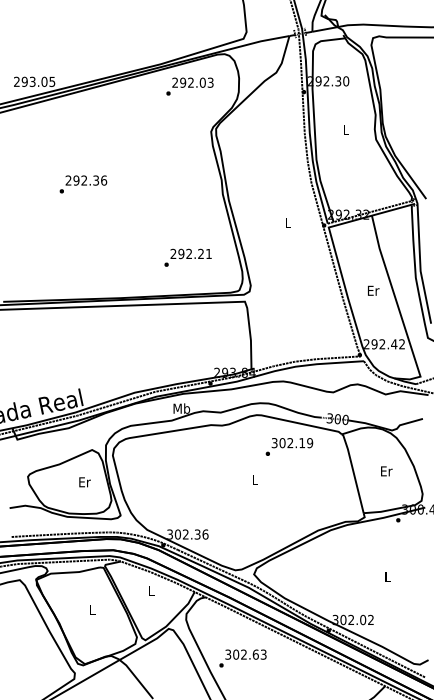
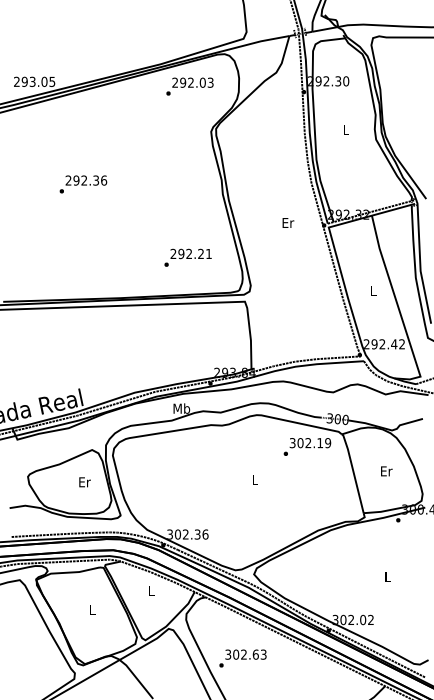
text at (288, 222): L -> Er
text at (373, 290): Er -> L
text at (289, 446) position: (289, 446) -> (307, 446)
